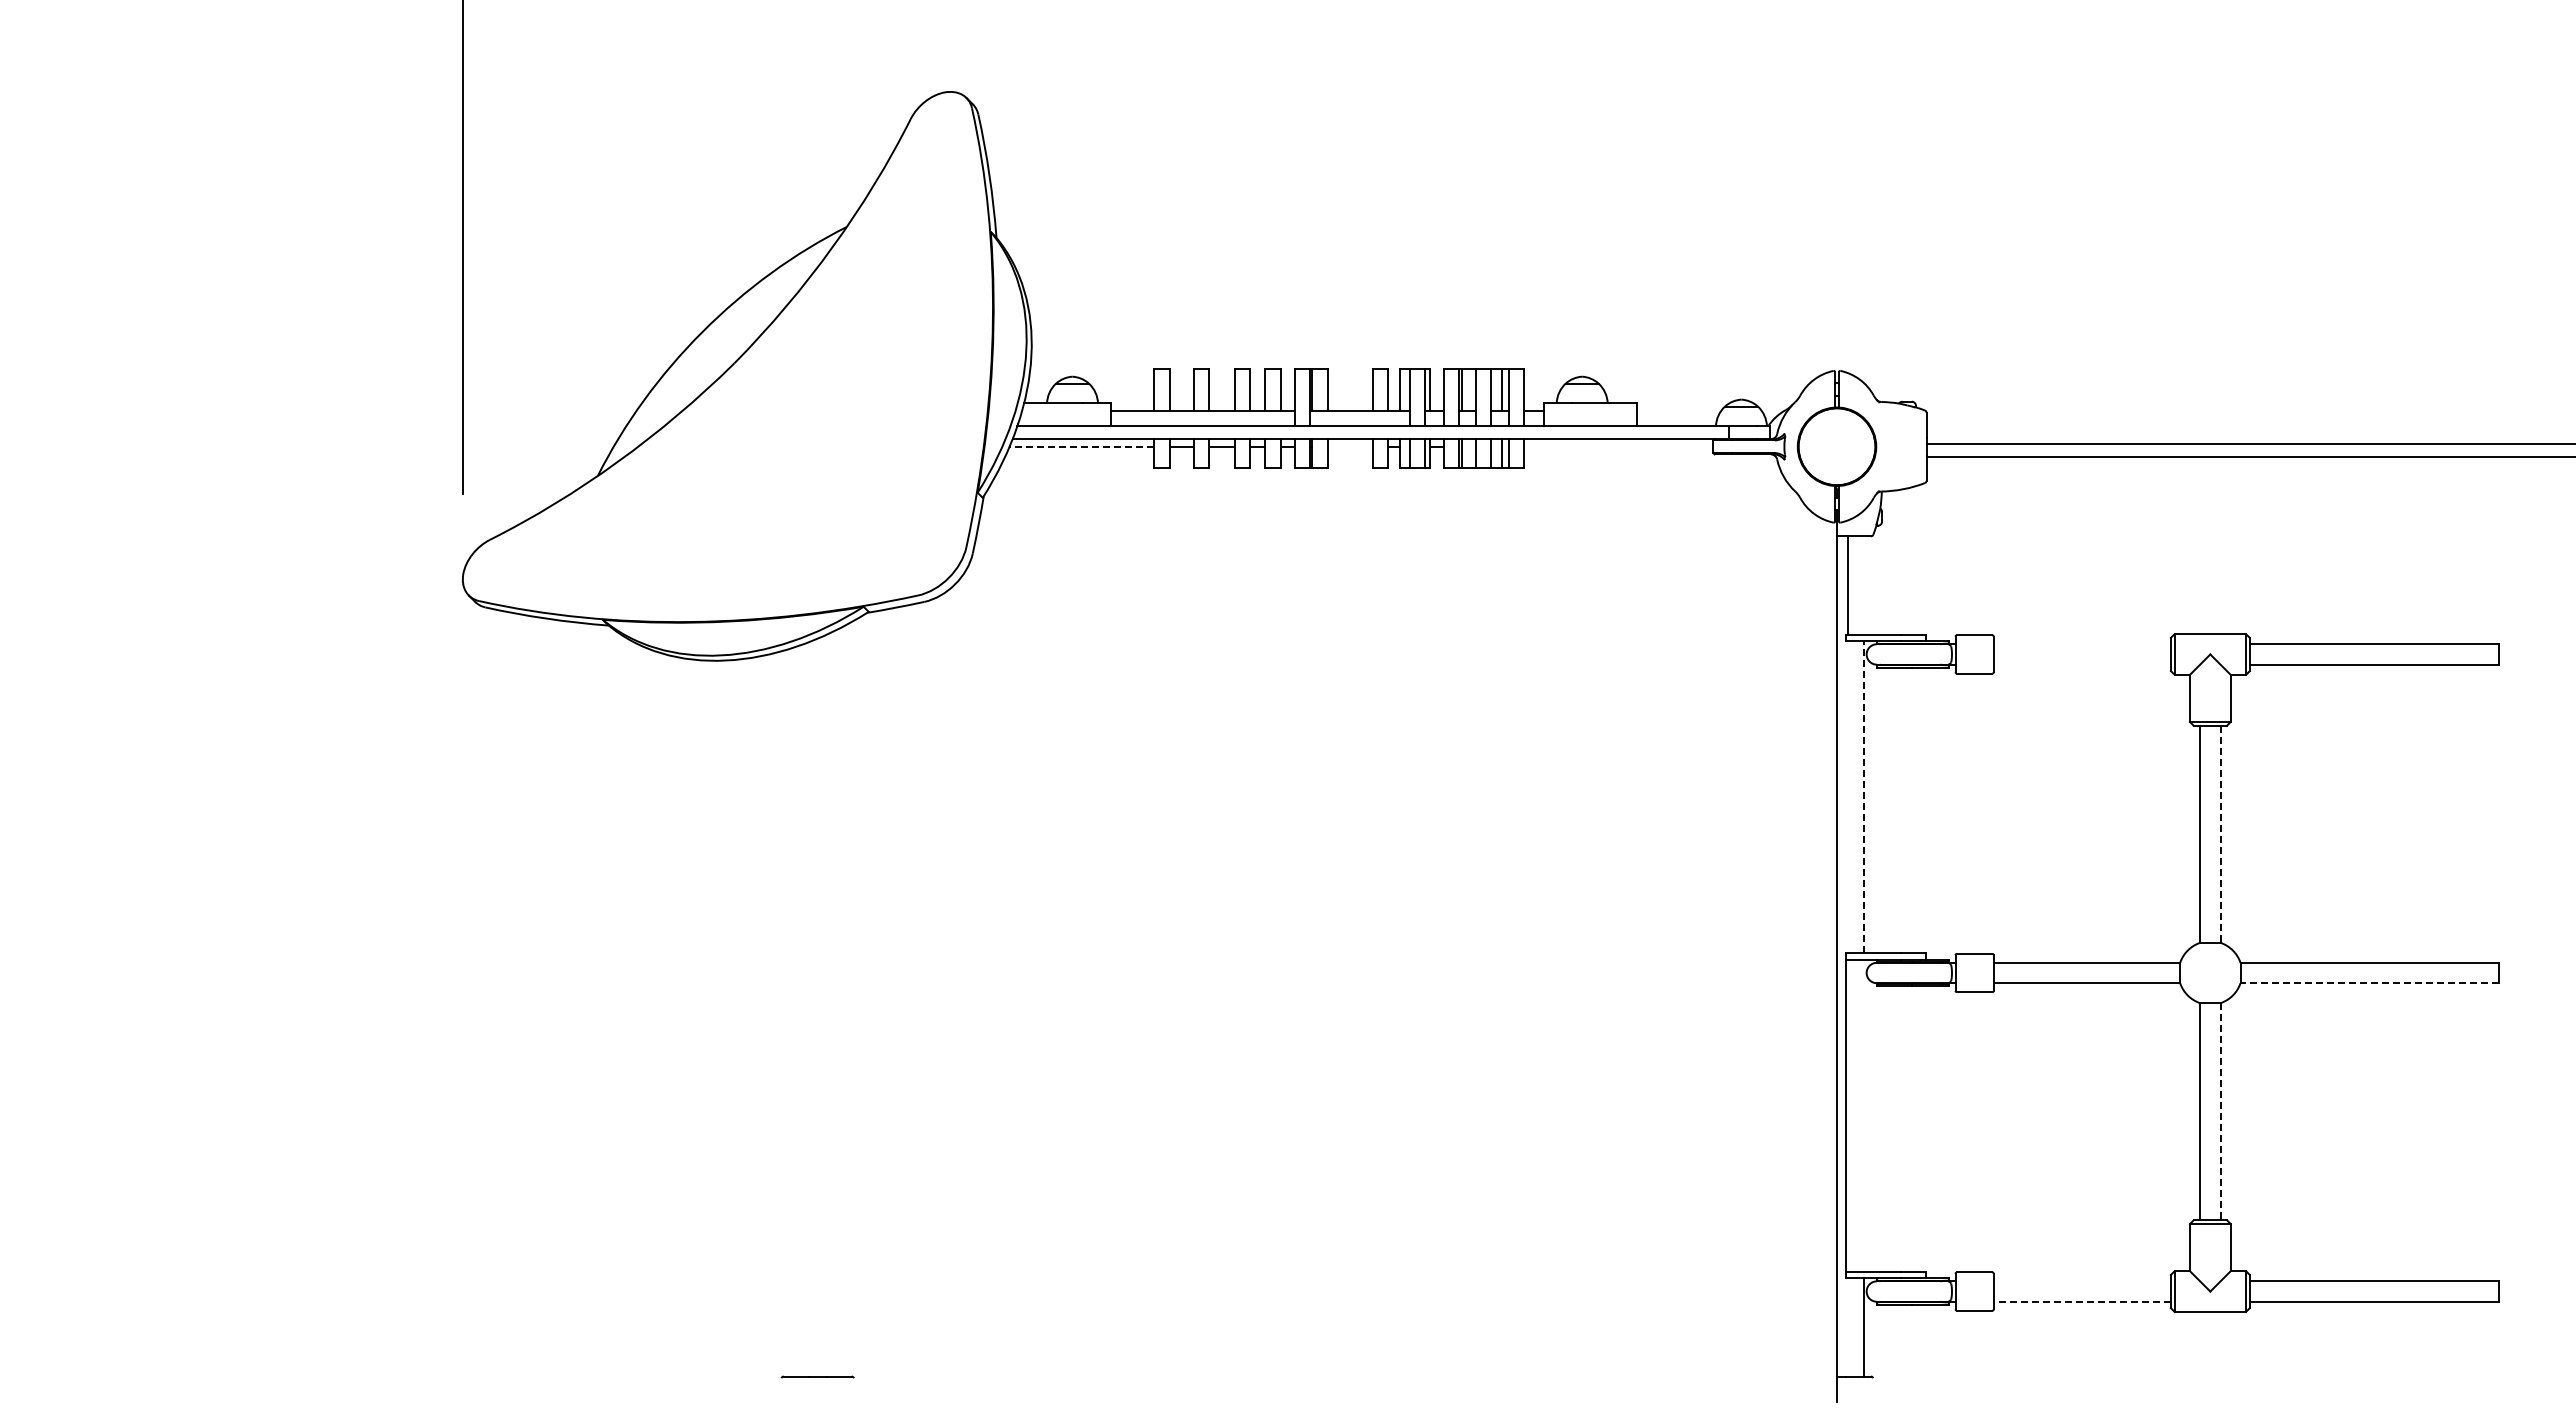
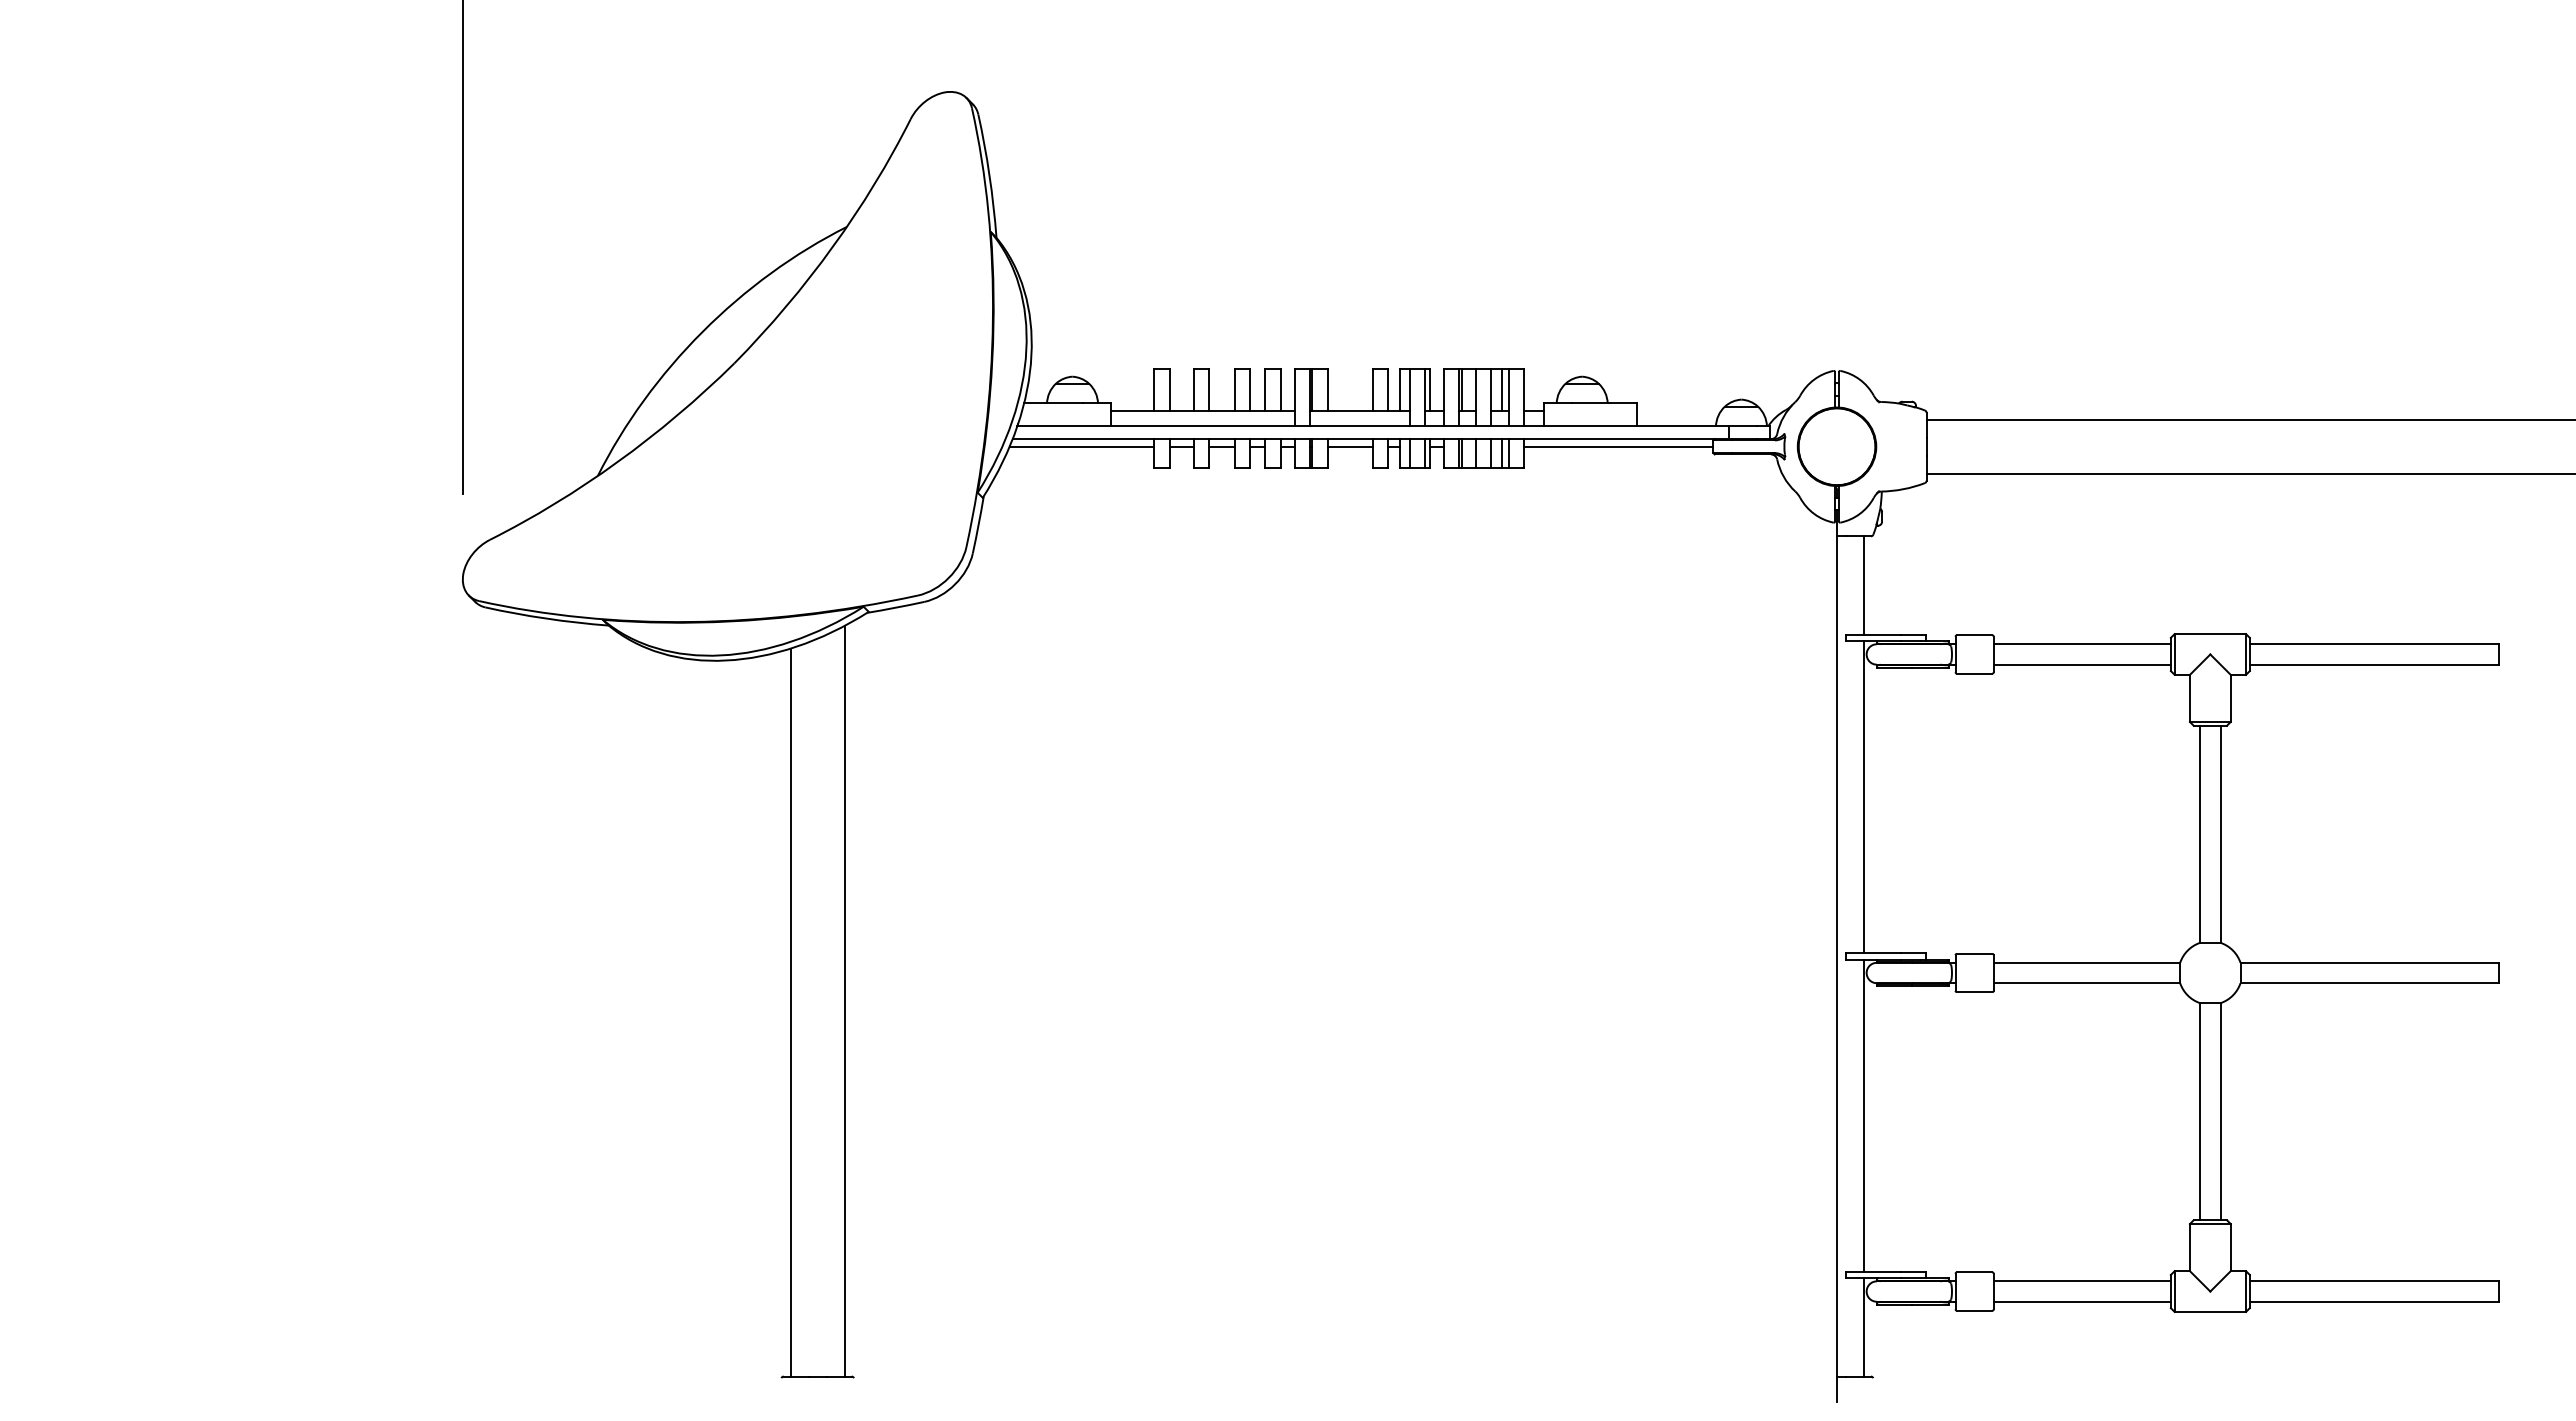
line at (2249, 443) position: (2249, 443) -> (2249, 473)
line at (1081, 446): dashed -> solid
line at (1350, 446): none -> present
line at (1618, 446): none -> present
line at (2249, 456) position: (2249, 456) -> (2249, 419)
line at (1848, 585) position: (1848, 585) -> (1864, 585)
line at (2081, 644): none -> present
line at (2081, 664): none -> present
line at (1864, 796): dashed -> solid
line at (2220, 834): dashed -> solid
line at (2369, 983): dashed -> solid
line at (844, 1000): none -> present
line at (790, 1012): none -> present
line at (2220, 1111): dashed -> solid
line at (1846, 1115) position: (1846, 1115) -> (1864, 1115)
line at (2081, 1281): none -> present
line at (2082, 1301): dashed -> solid
